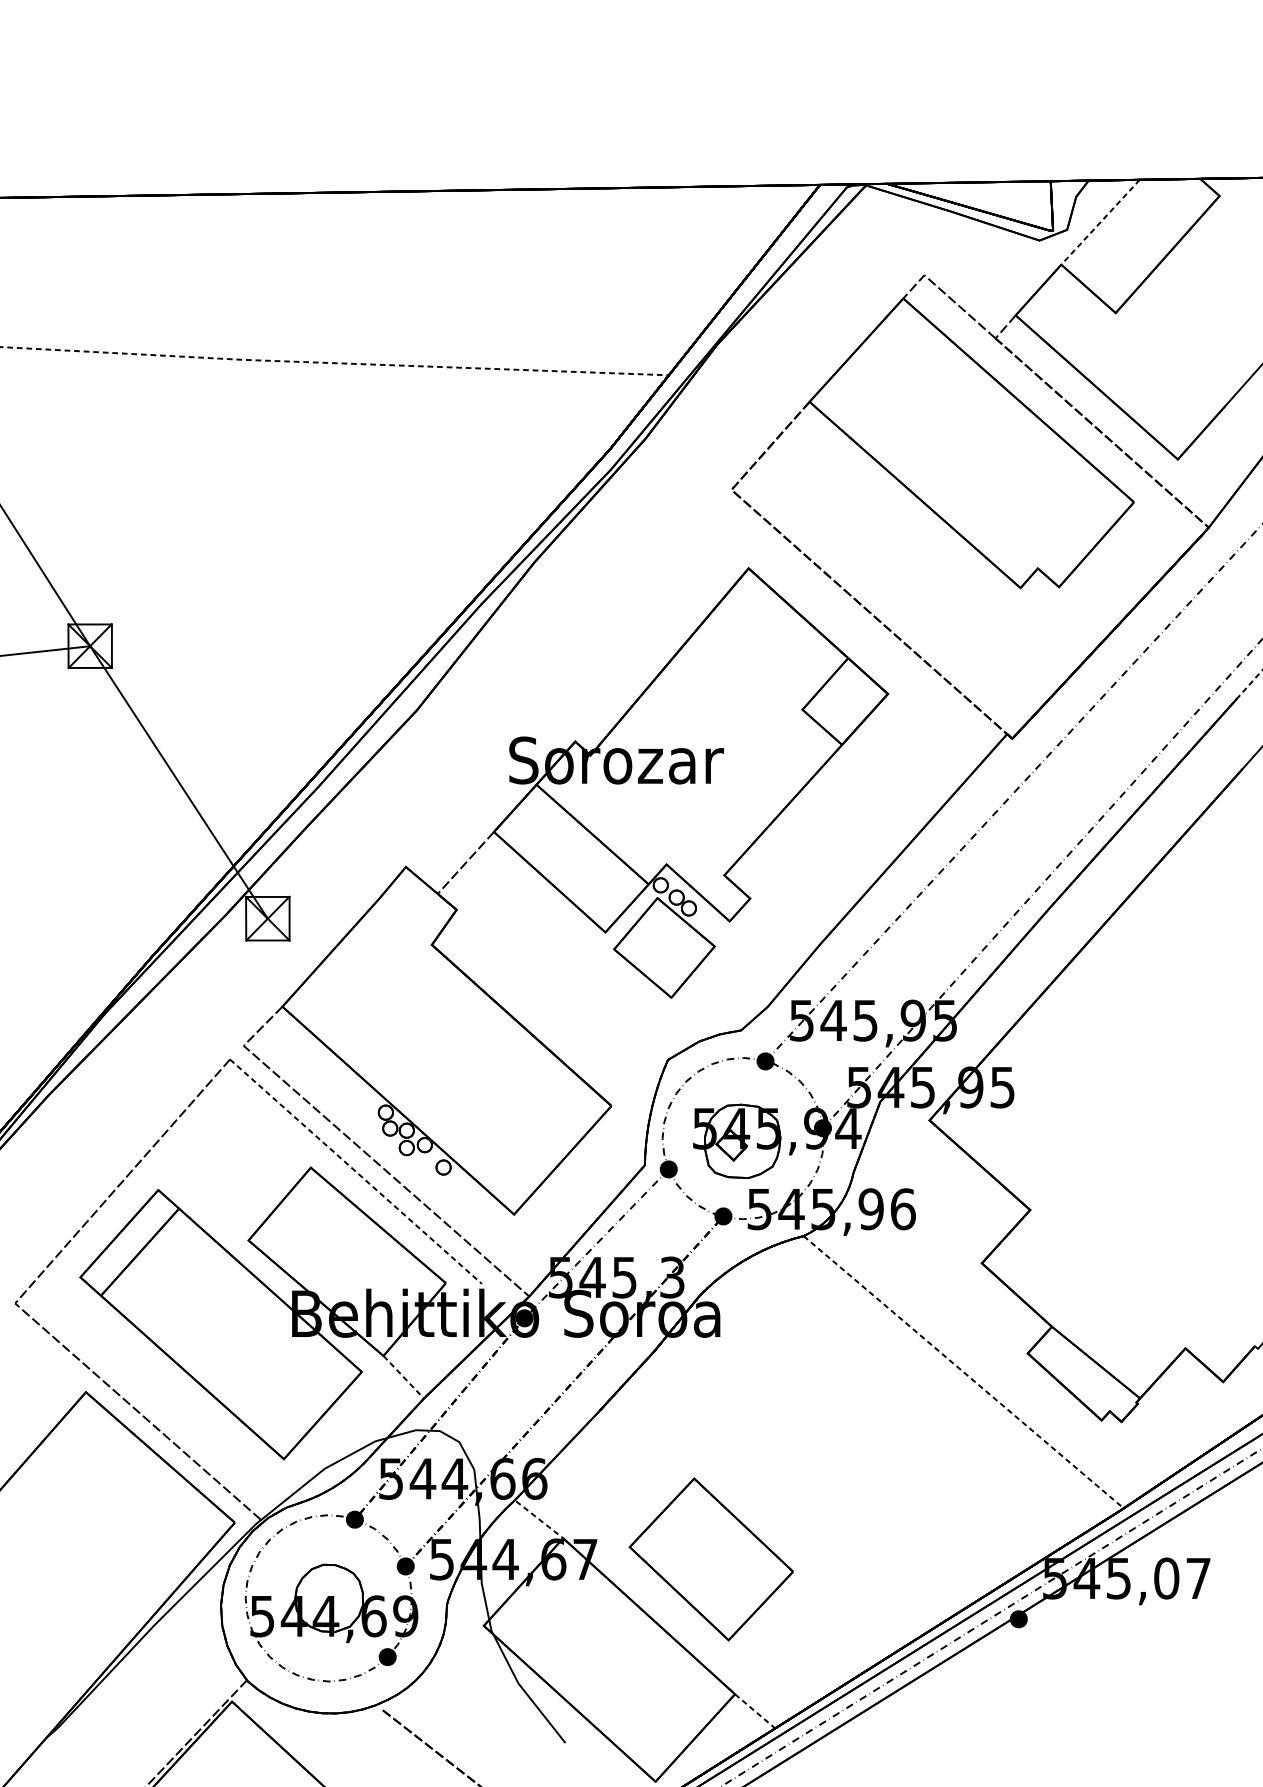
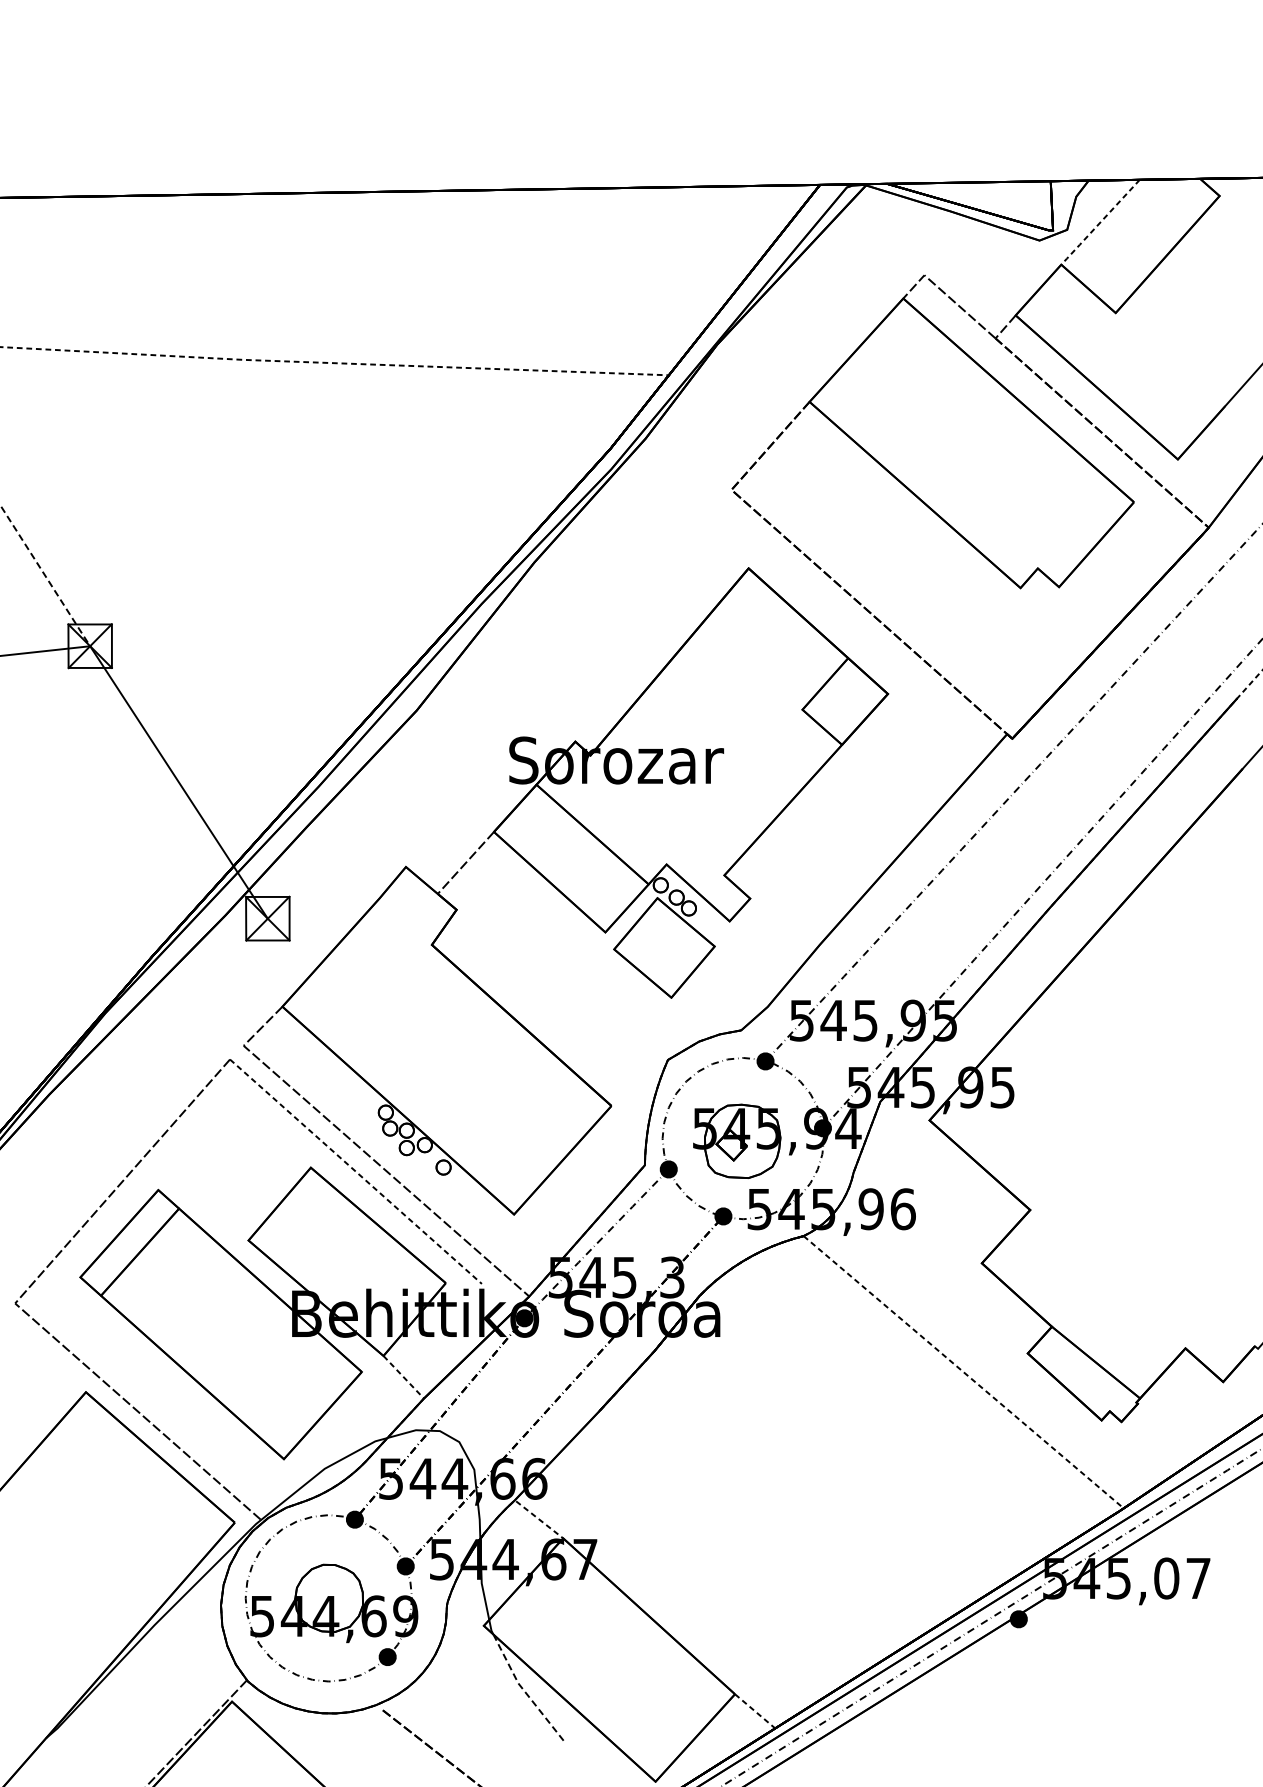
line at (45, 576): solid -> dashed
part at (710, 1559): present -> none
line at (524, 1691): solid -> dashed
